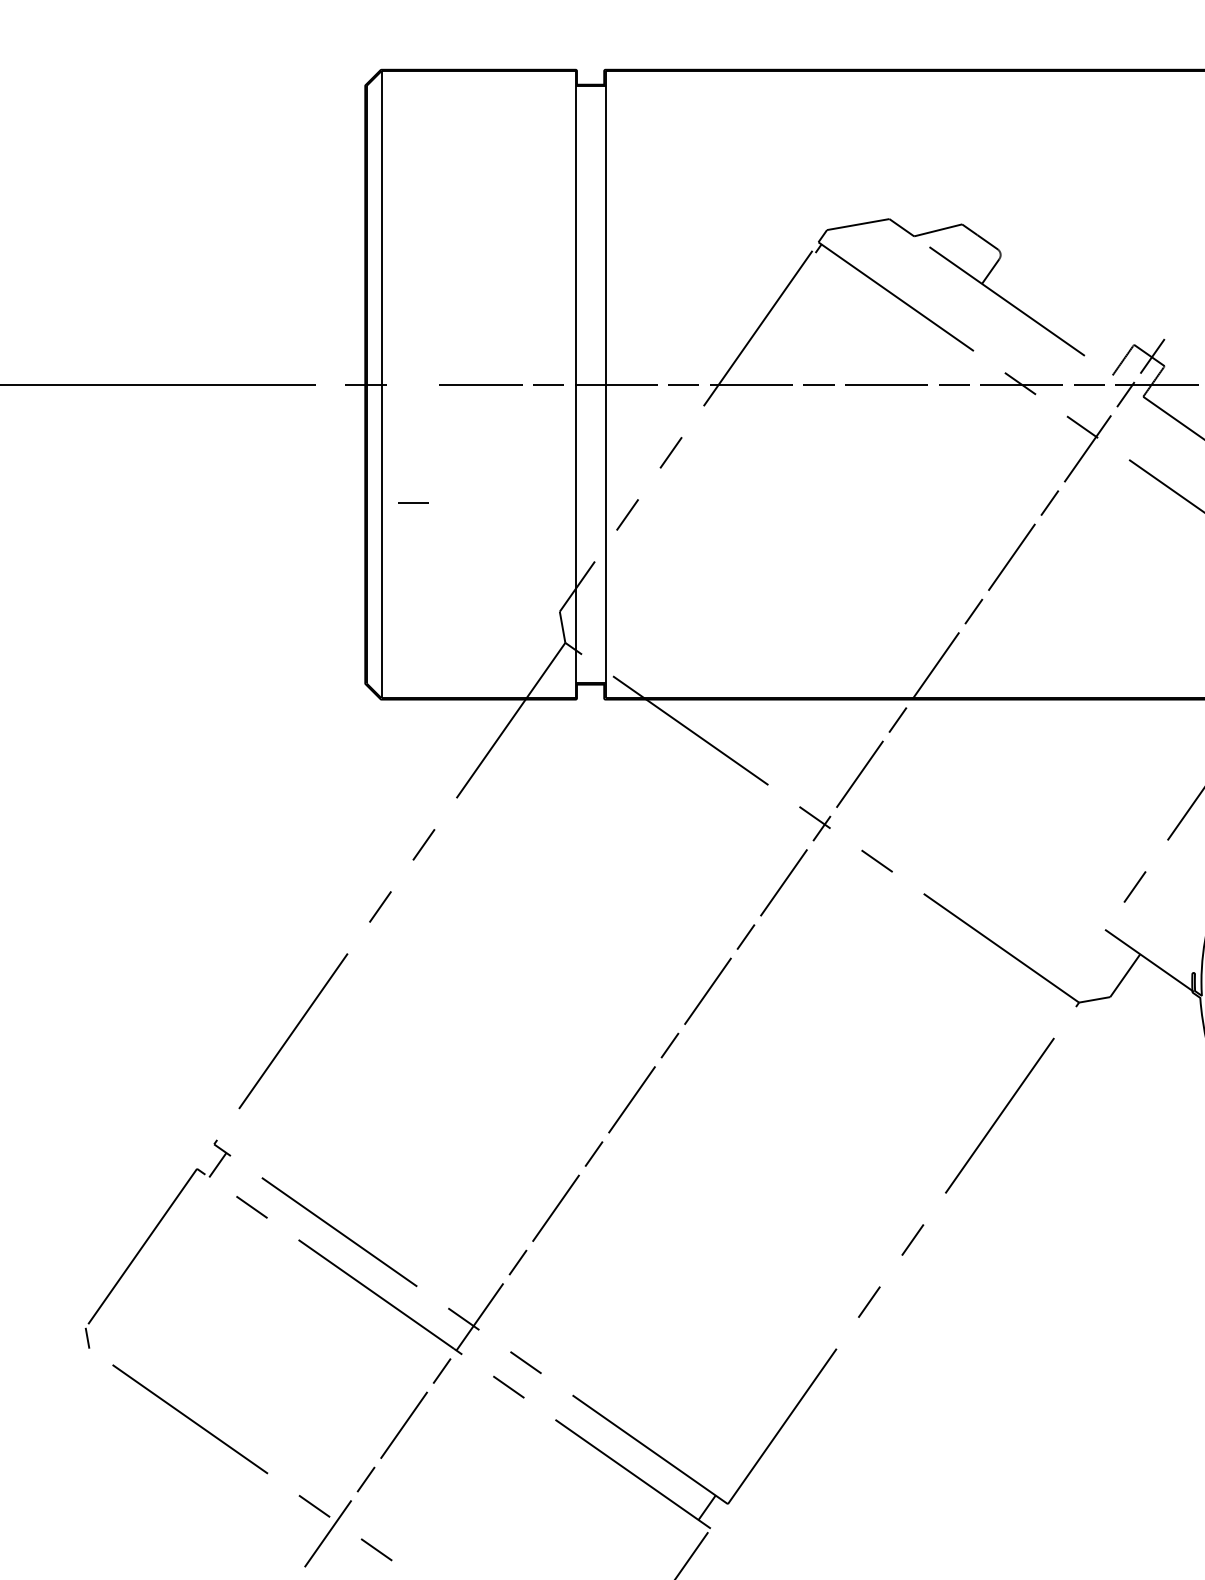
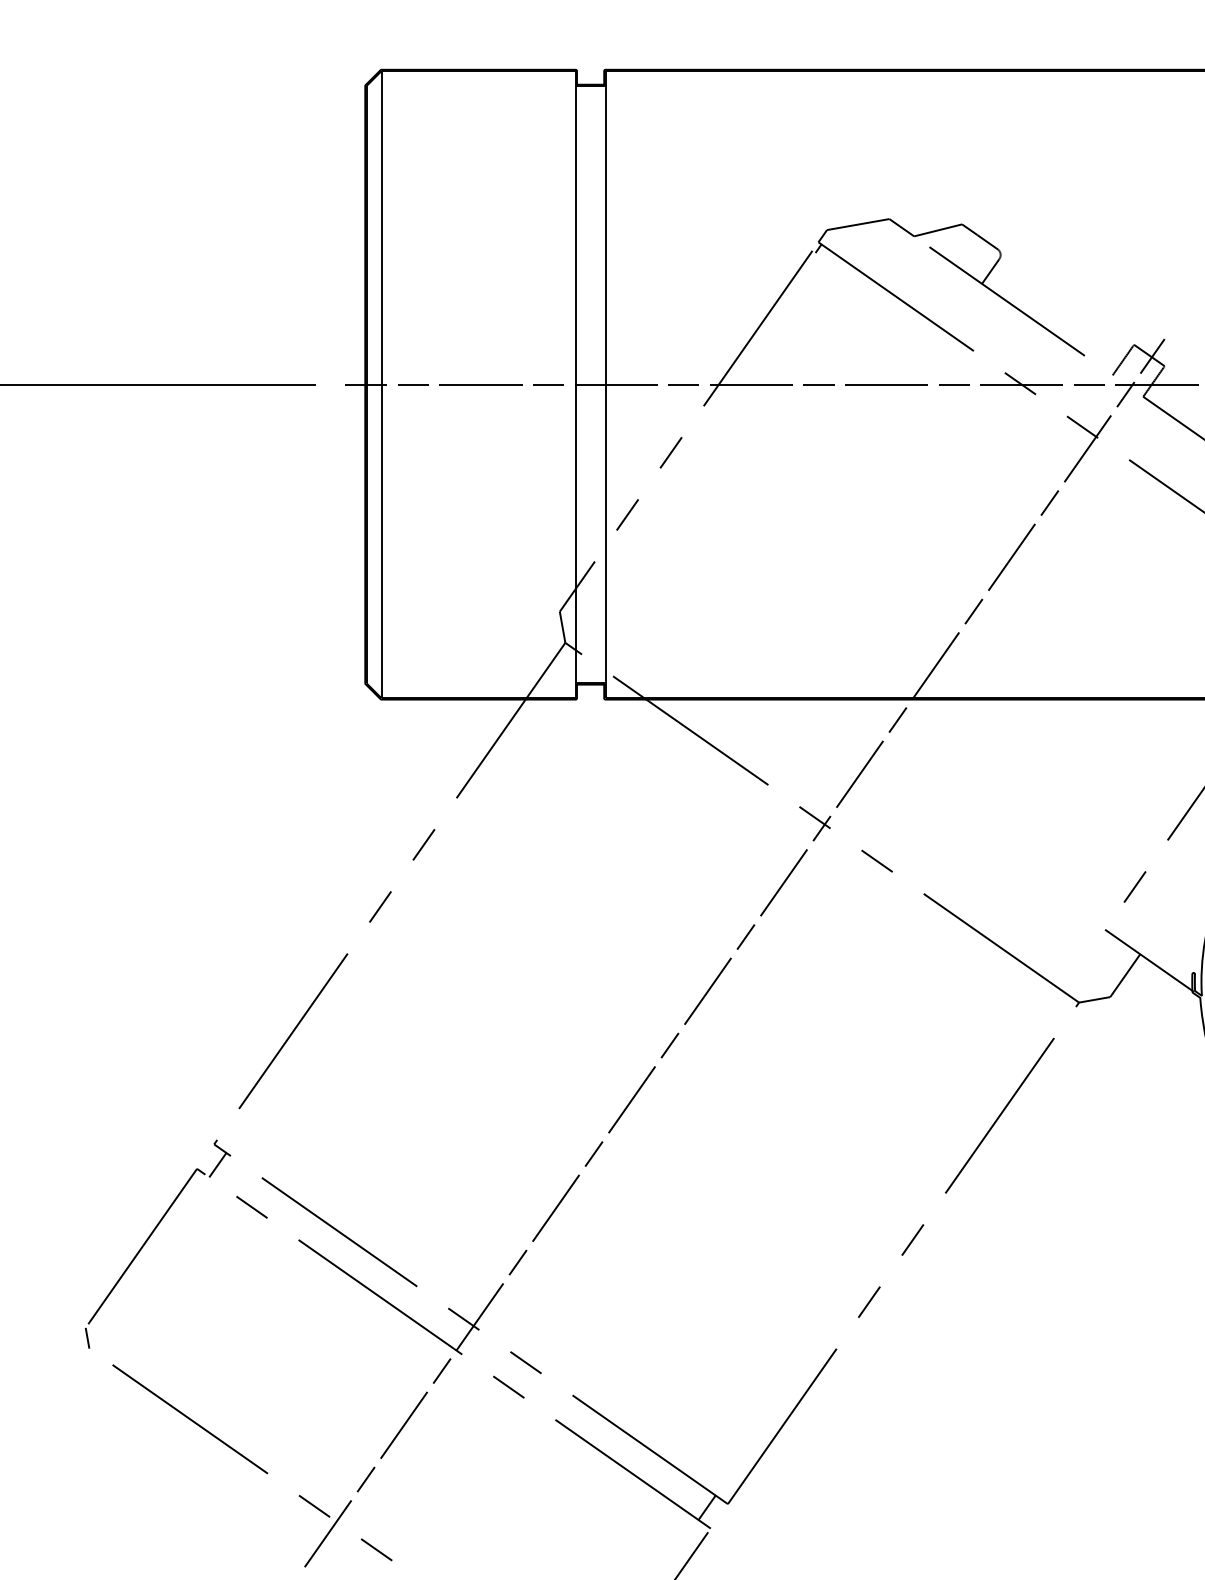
line at (413, 502) position: (413, 502) -> (413, 384)
